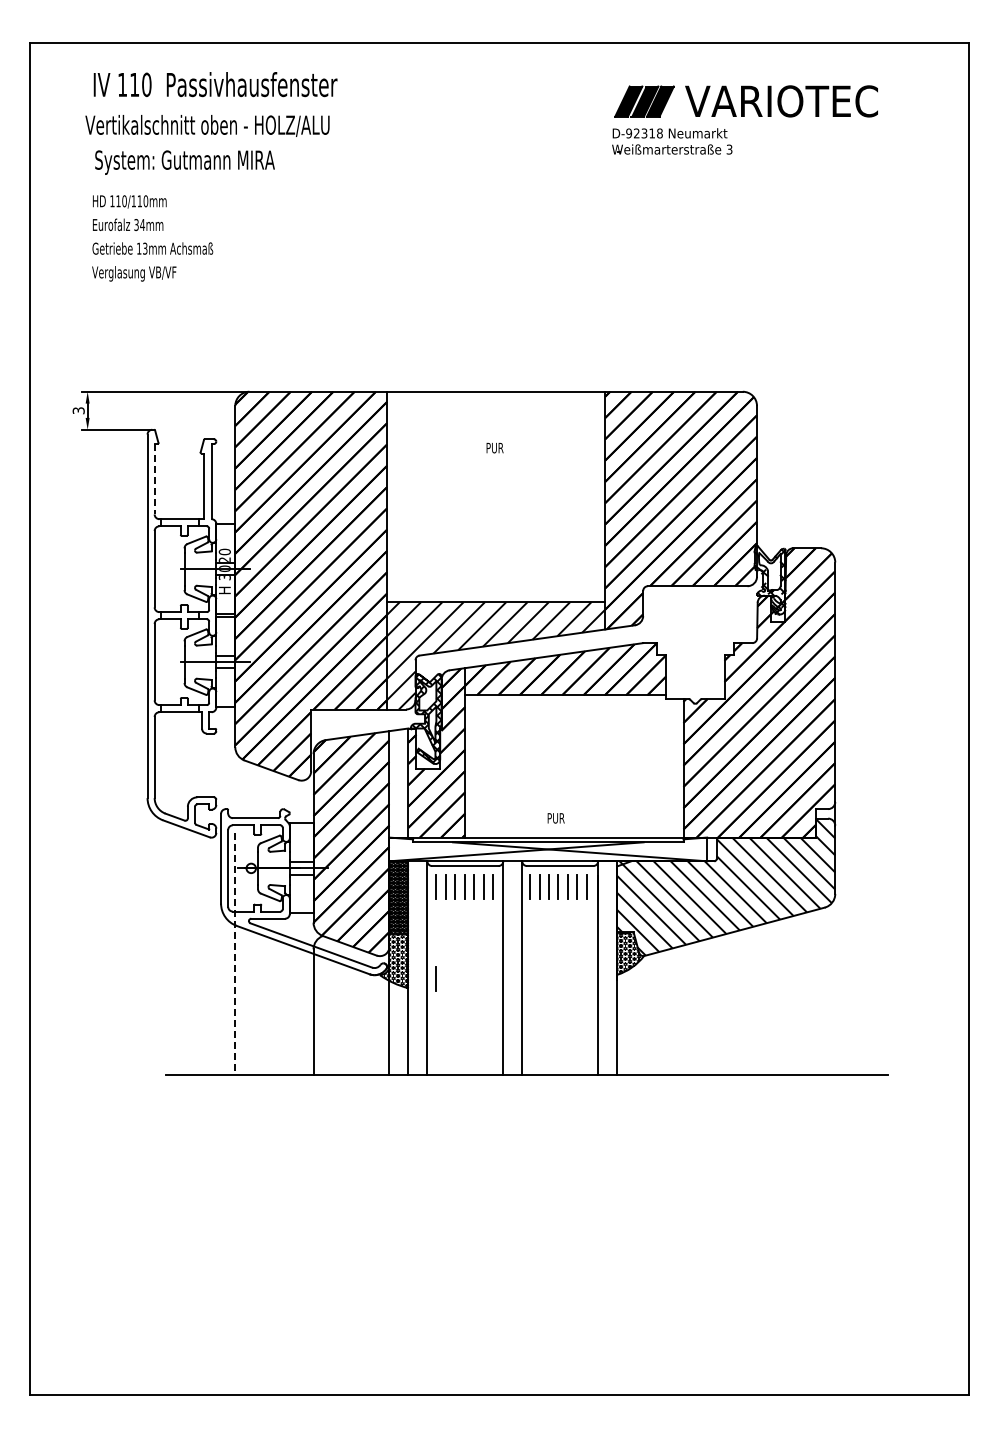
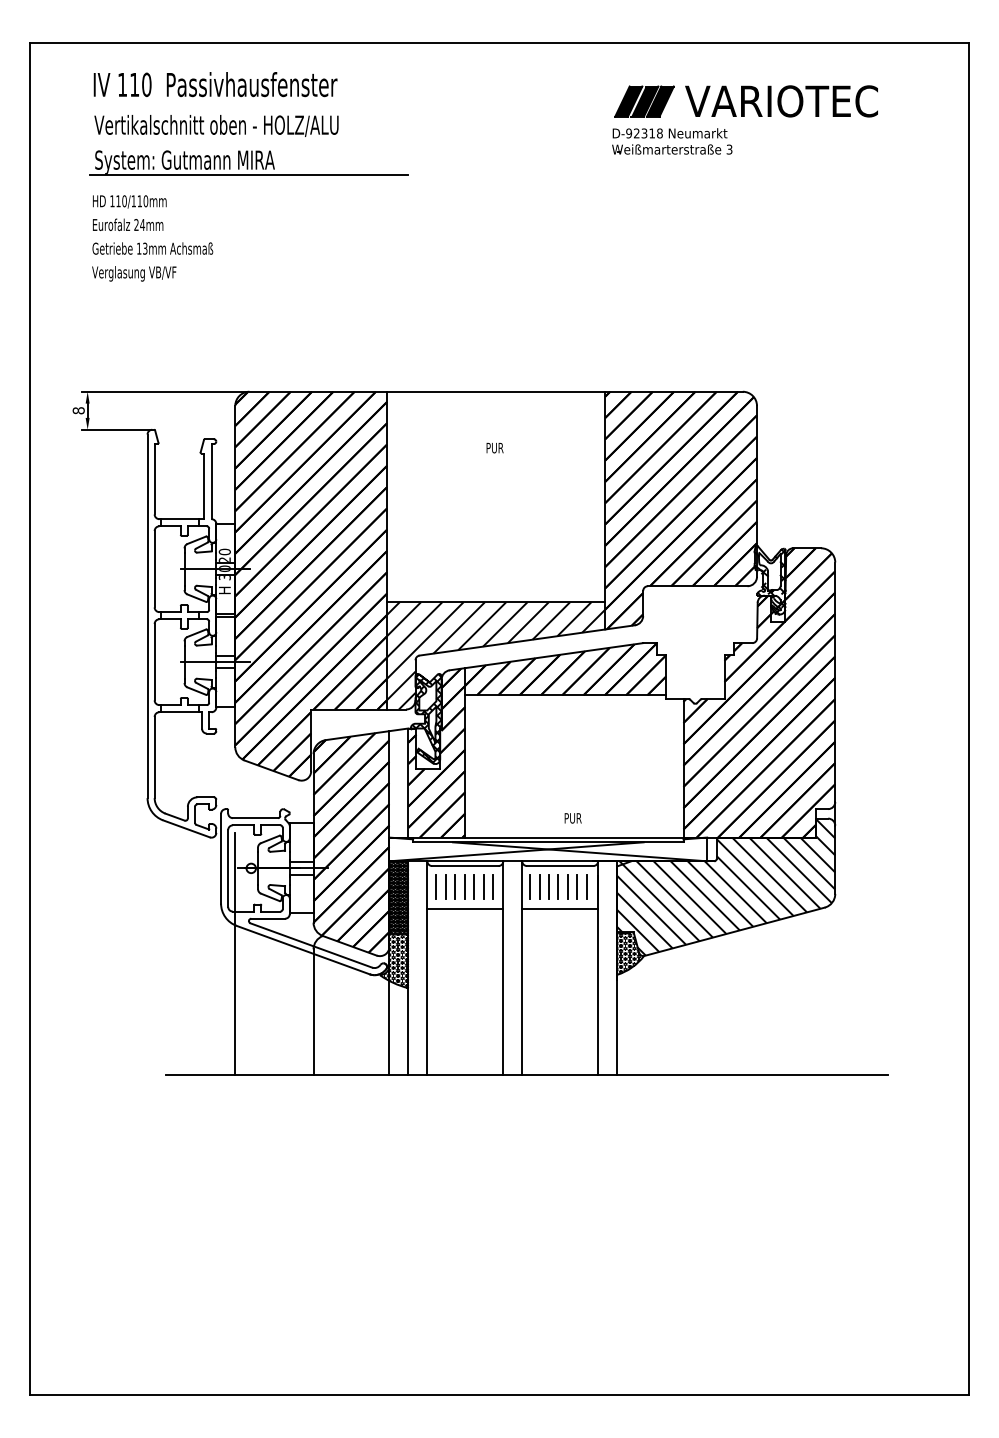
text at (207, 125) position: (207, 125) -> (216, 125)
line at (248, 175): none -> present
text at (136, 225): 34mm -> 24mm
text at (78, 410): 3 -> 8
line at (154, 479): dashed -> solid
text at (555, 818) position: (555, 818) -> (572, 818)
line at (465, 908): none -> present
line at (560, 908): none -> present
line at (235, 954): dashed -> solid
line at (435, 978): present -> none
